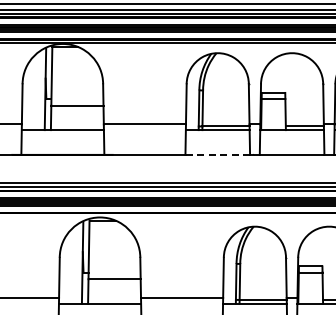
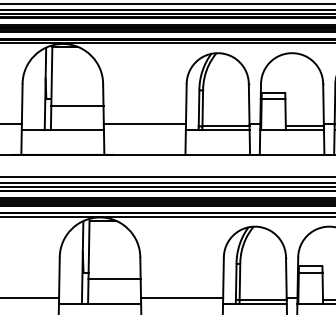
line at (217, 154): dashed -> solid
line at (167, 177): none -> present
line at (167, 216): none -> present
